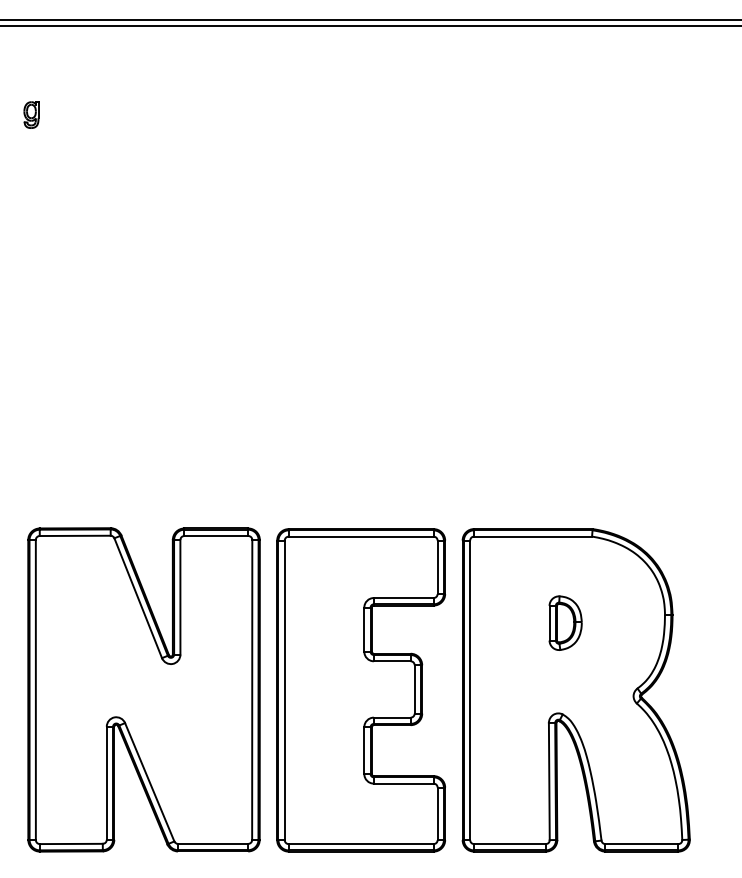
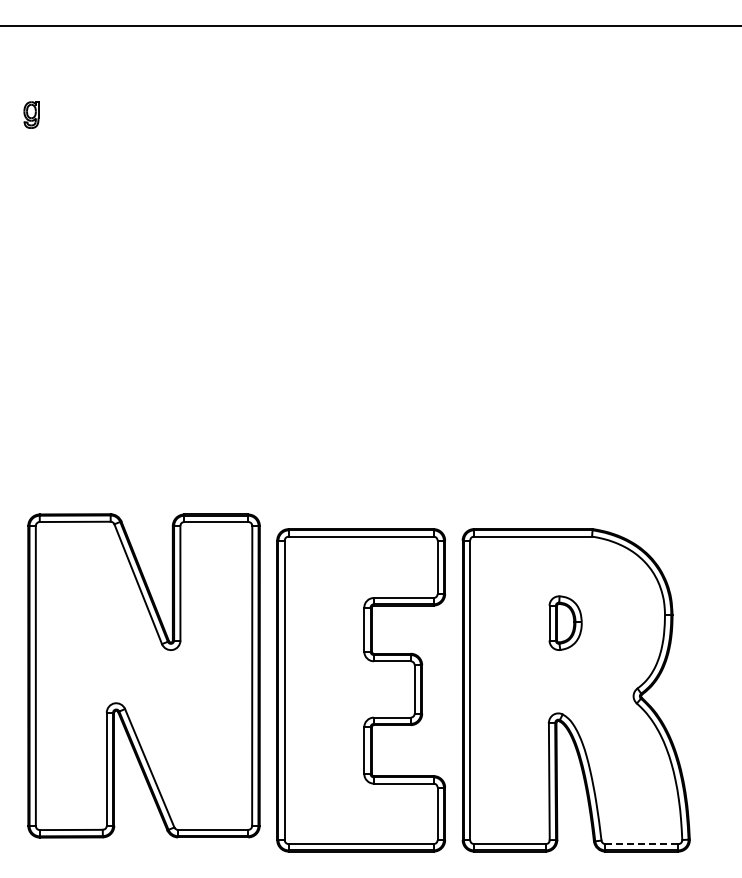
line at (370, 19): present -> none
part at (143, 689) position: (143, 689) -> (143, 675)
line at (642, 844): solid -> dashed
